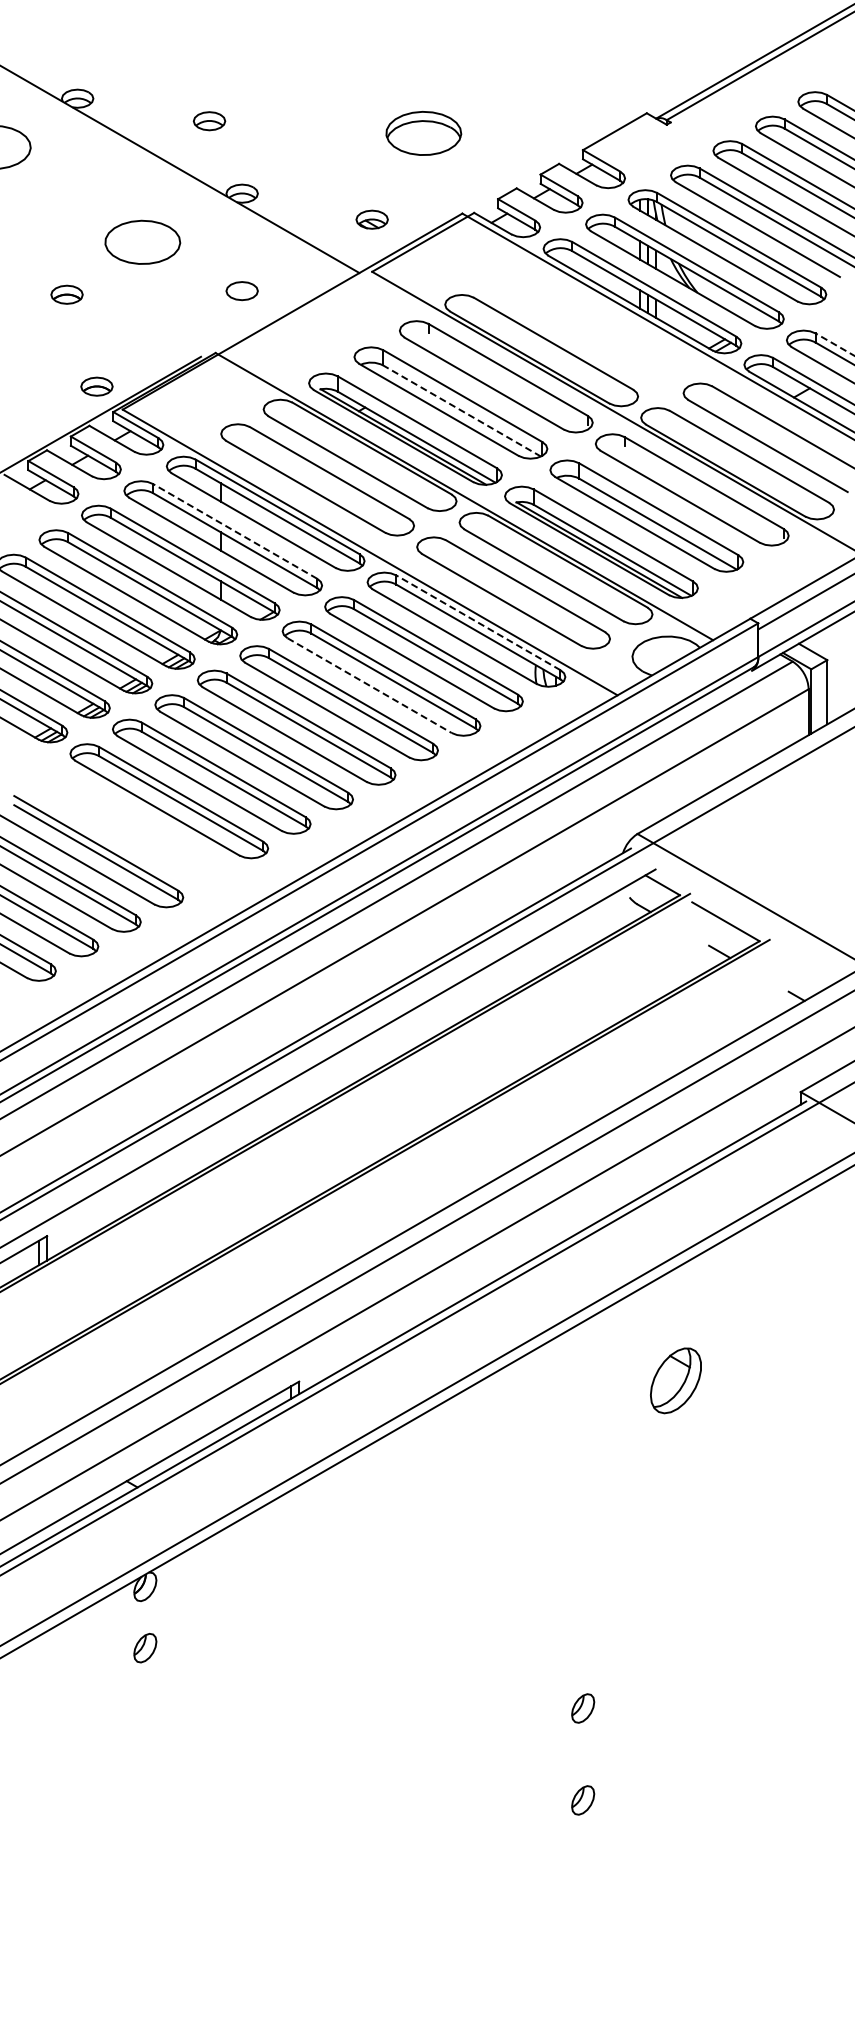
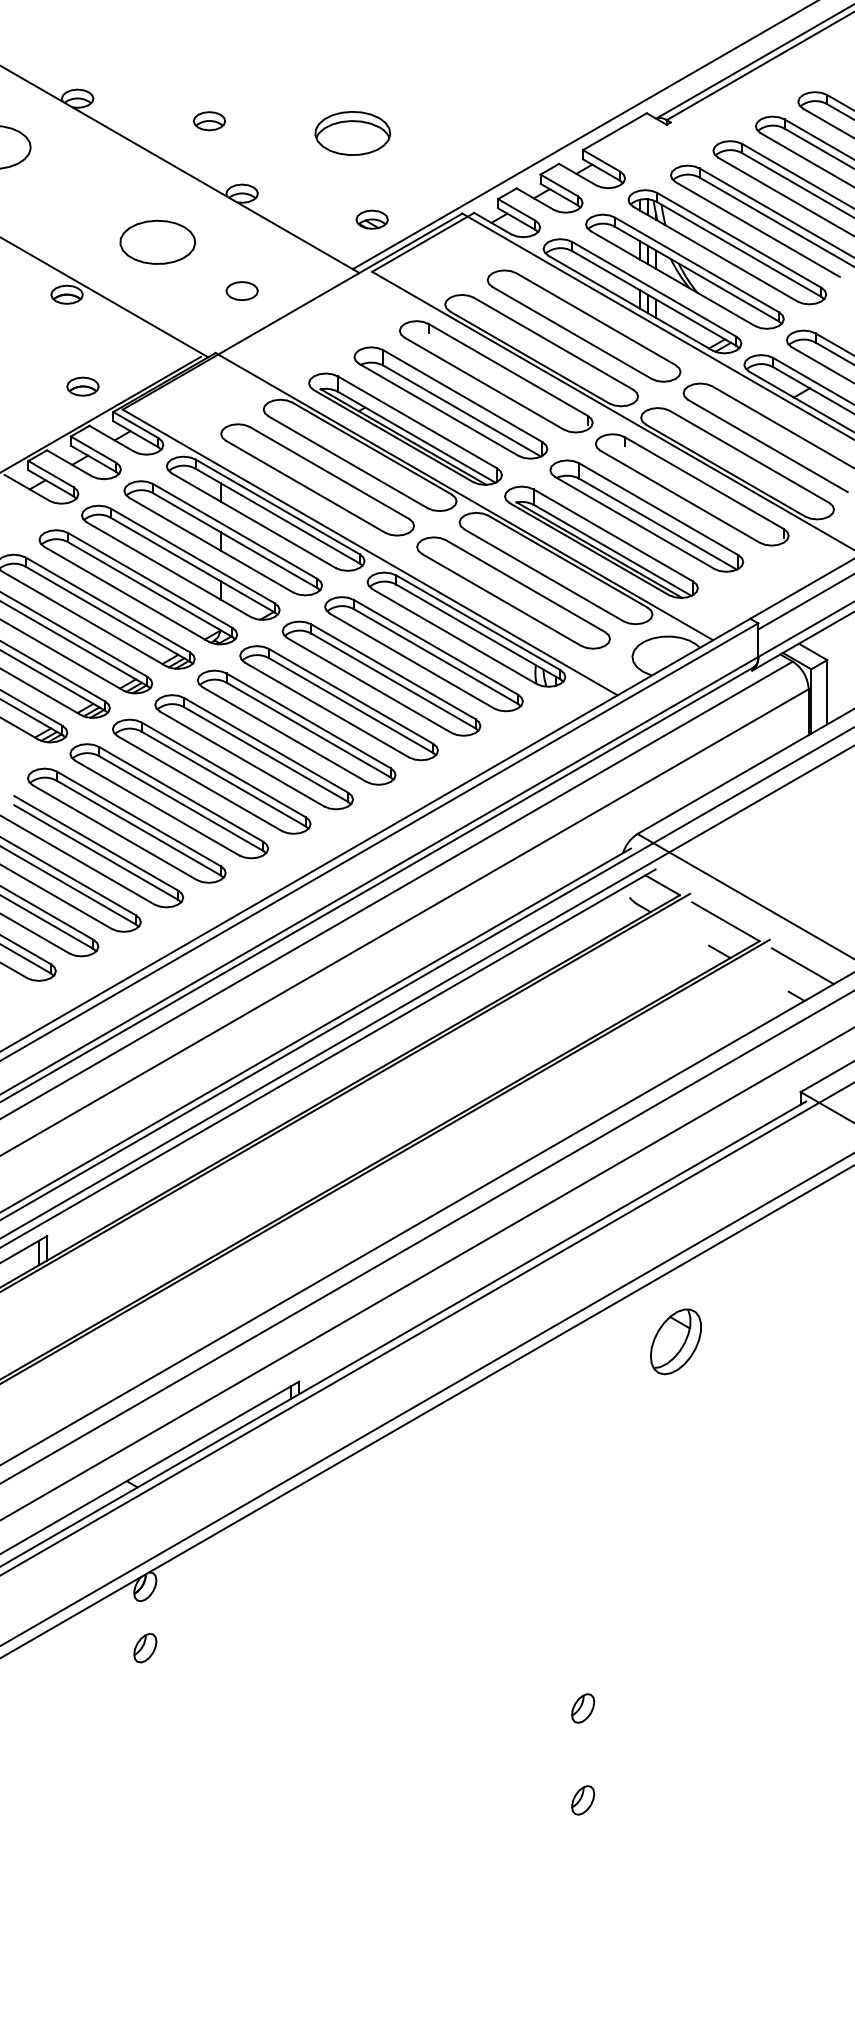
part at (423, 133) position: (423, 133) -> (352, 133)
line at (583, 135): none -> present
part at (142, 241) position: (142, 241) -> (157, 241)
line at (105, 297): none -> present
part at (583, 325): none -> present
line at (834, 344): dashed -> solid
part at (96, 386) position: (96, 386) -> (82, 386)
line at (461, 410): dashed -> solid
line at (235, 531): dashed -> solid
line at (478, 622): dashed -> solid
line at (369, 685): dashed -> solid
part at (126, 825): none -> present
line at (802, 966): none -> present
line at (426, 992): none -> present
part at (675, 1380) position: (675, 1380) -> (675, 1341)
